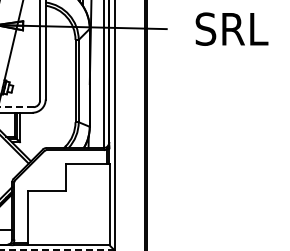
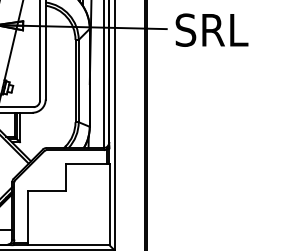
text at (231, 28) position: (231, 28) -> (211, 29)
line at (16, 107): dashed -> solid
line at (57, 250): dashed -> solid
